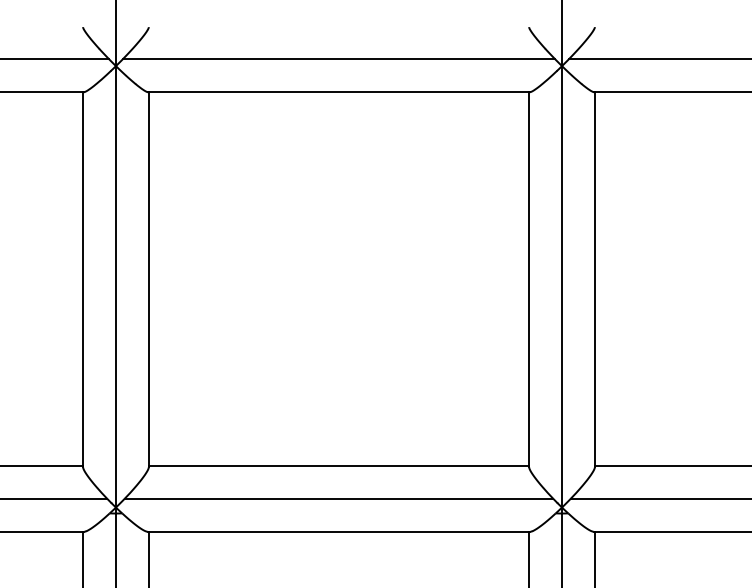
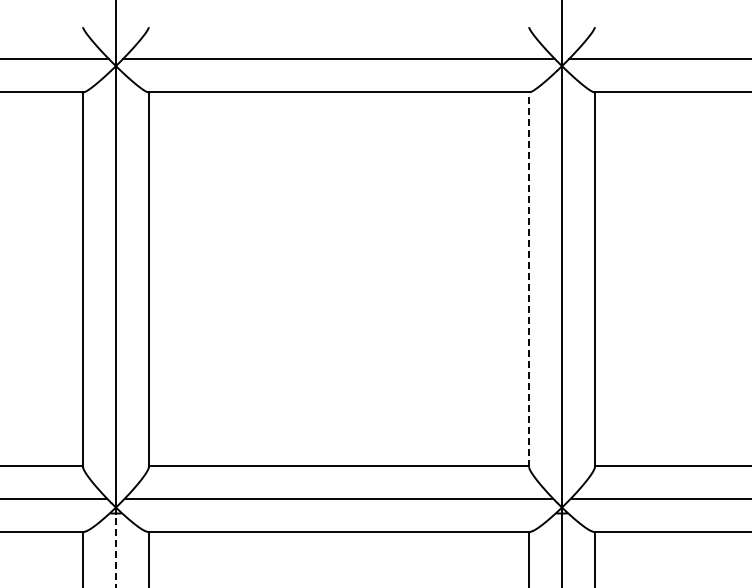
line at (529, 279): solid -> dashed
line at (115, 550): solid -> dashed
